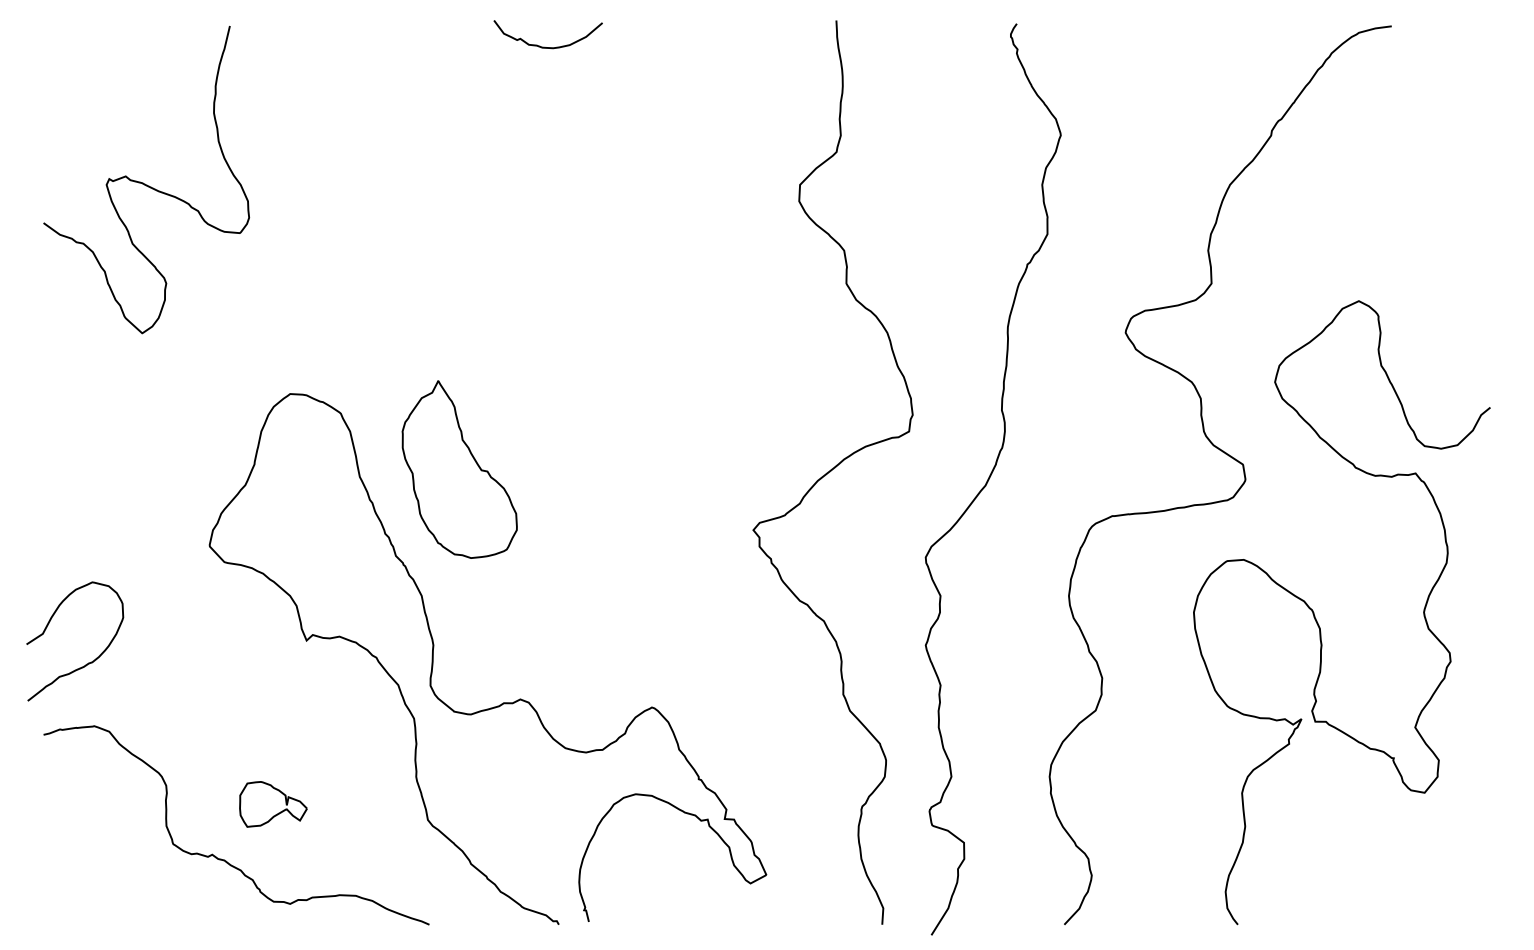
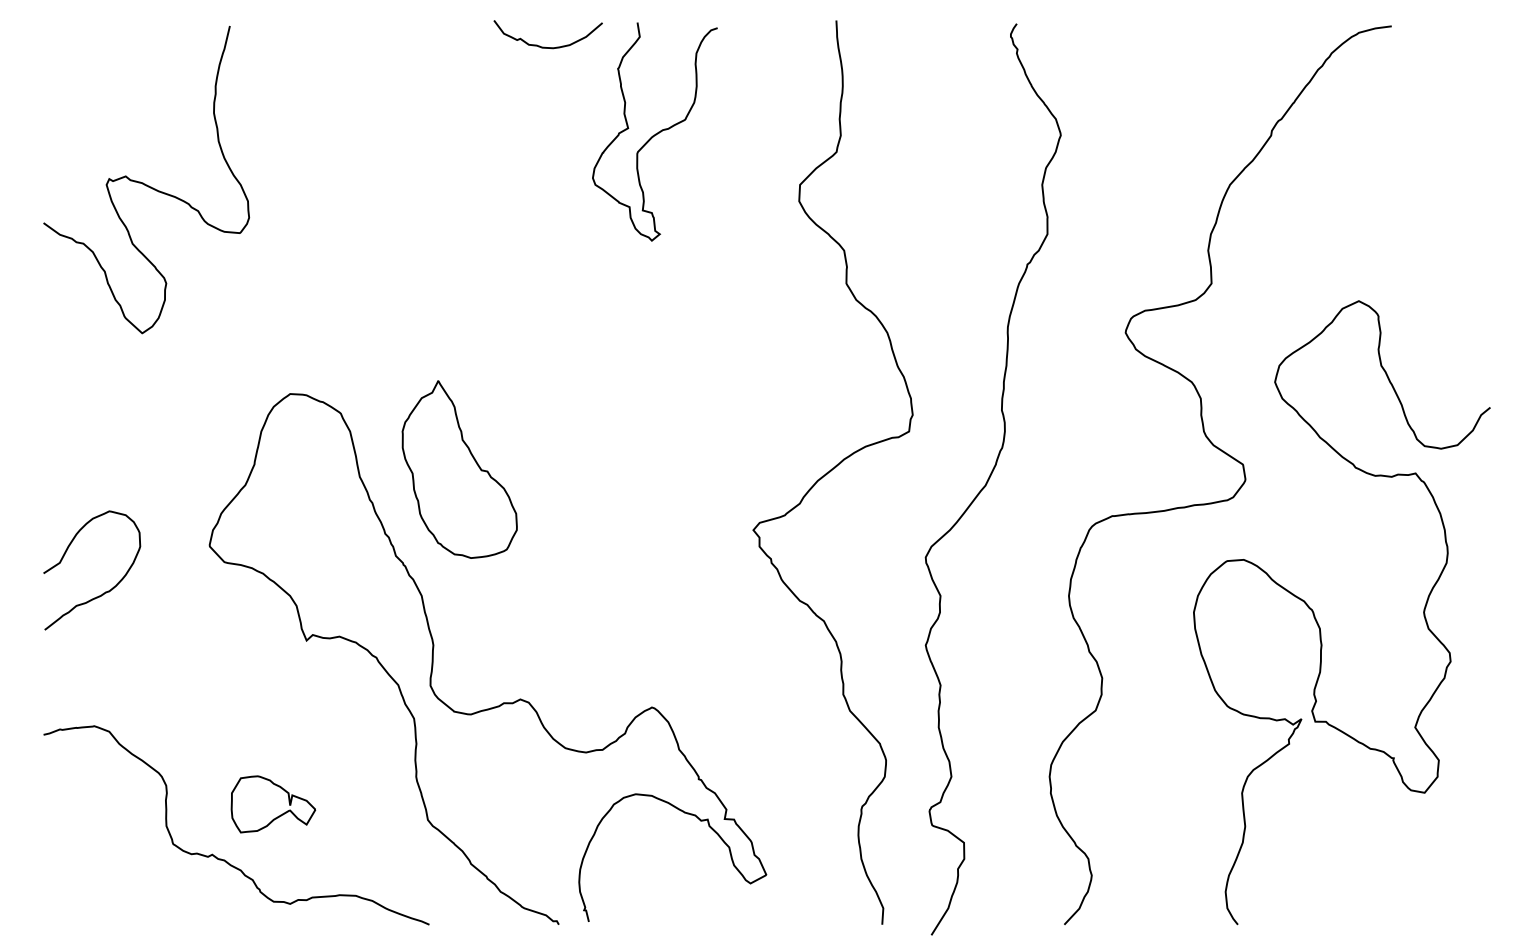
curve at (655, 133): none -> present
curve at (88, 662) position: (88, 662) -> (105, 591)
part at (273, 804) size: 69x47 px -> 87x59 px
